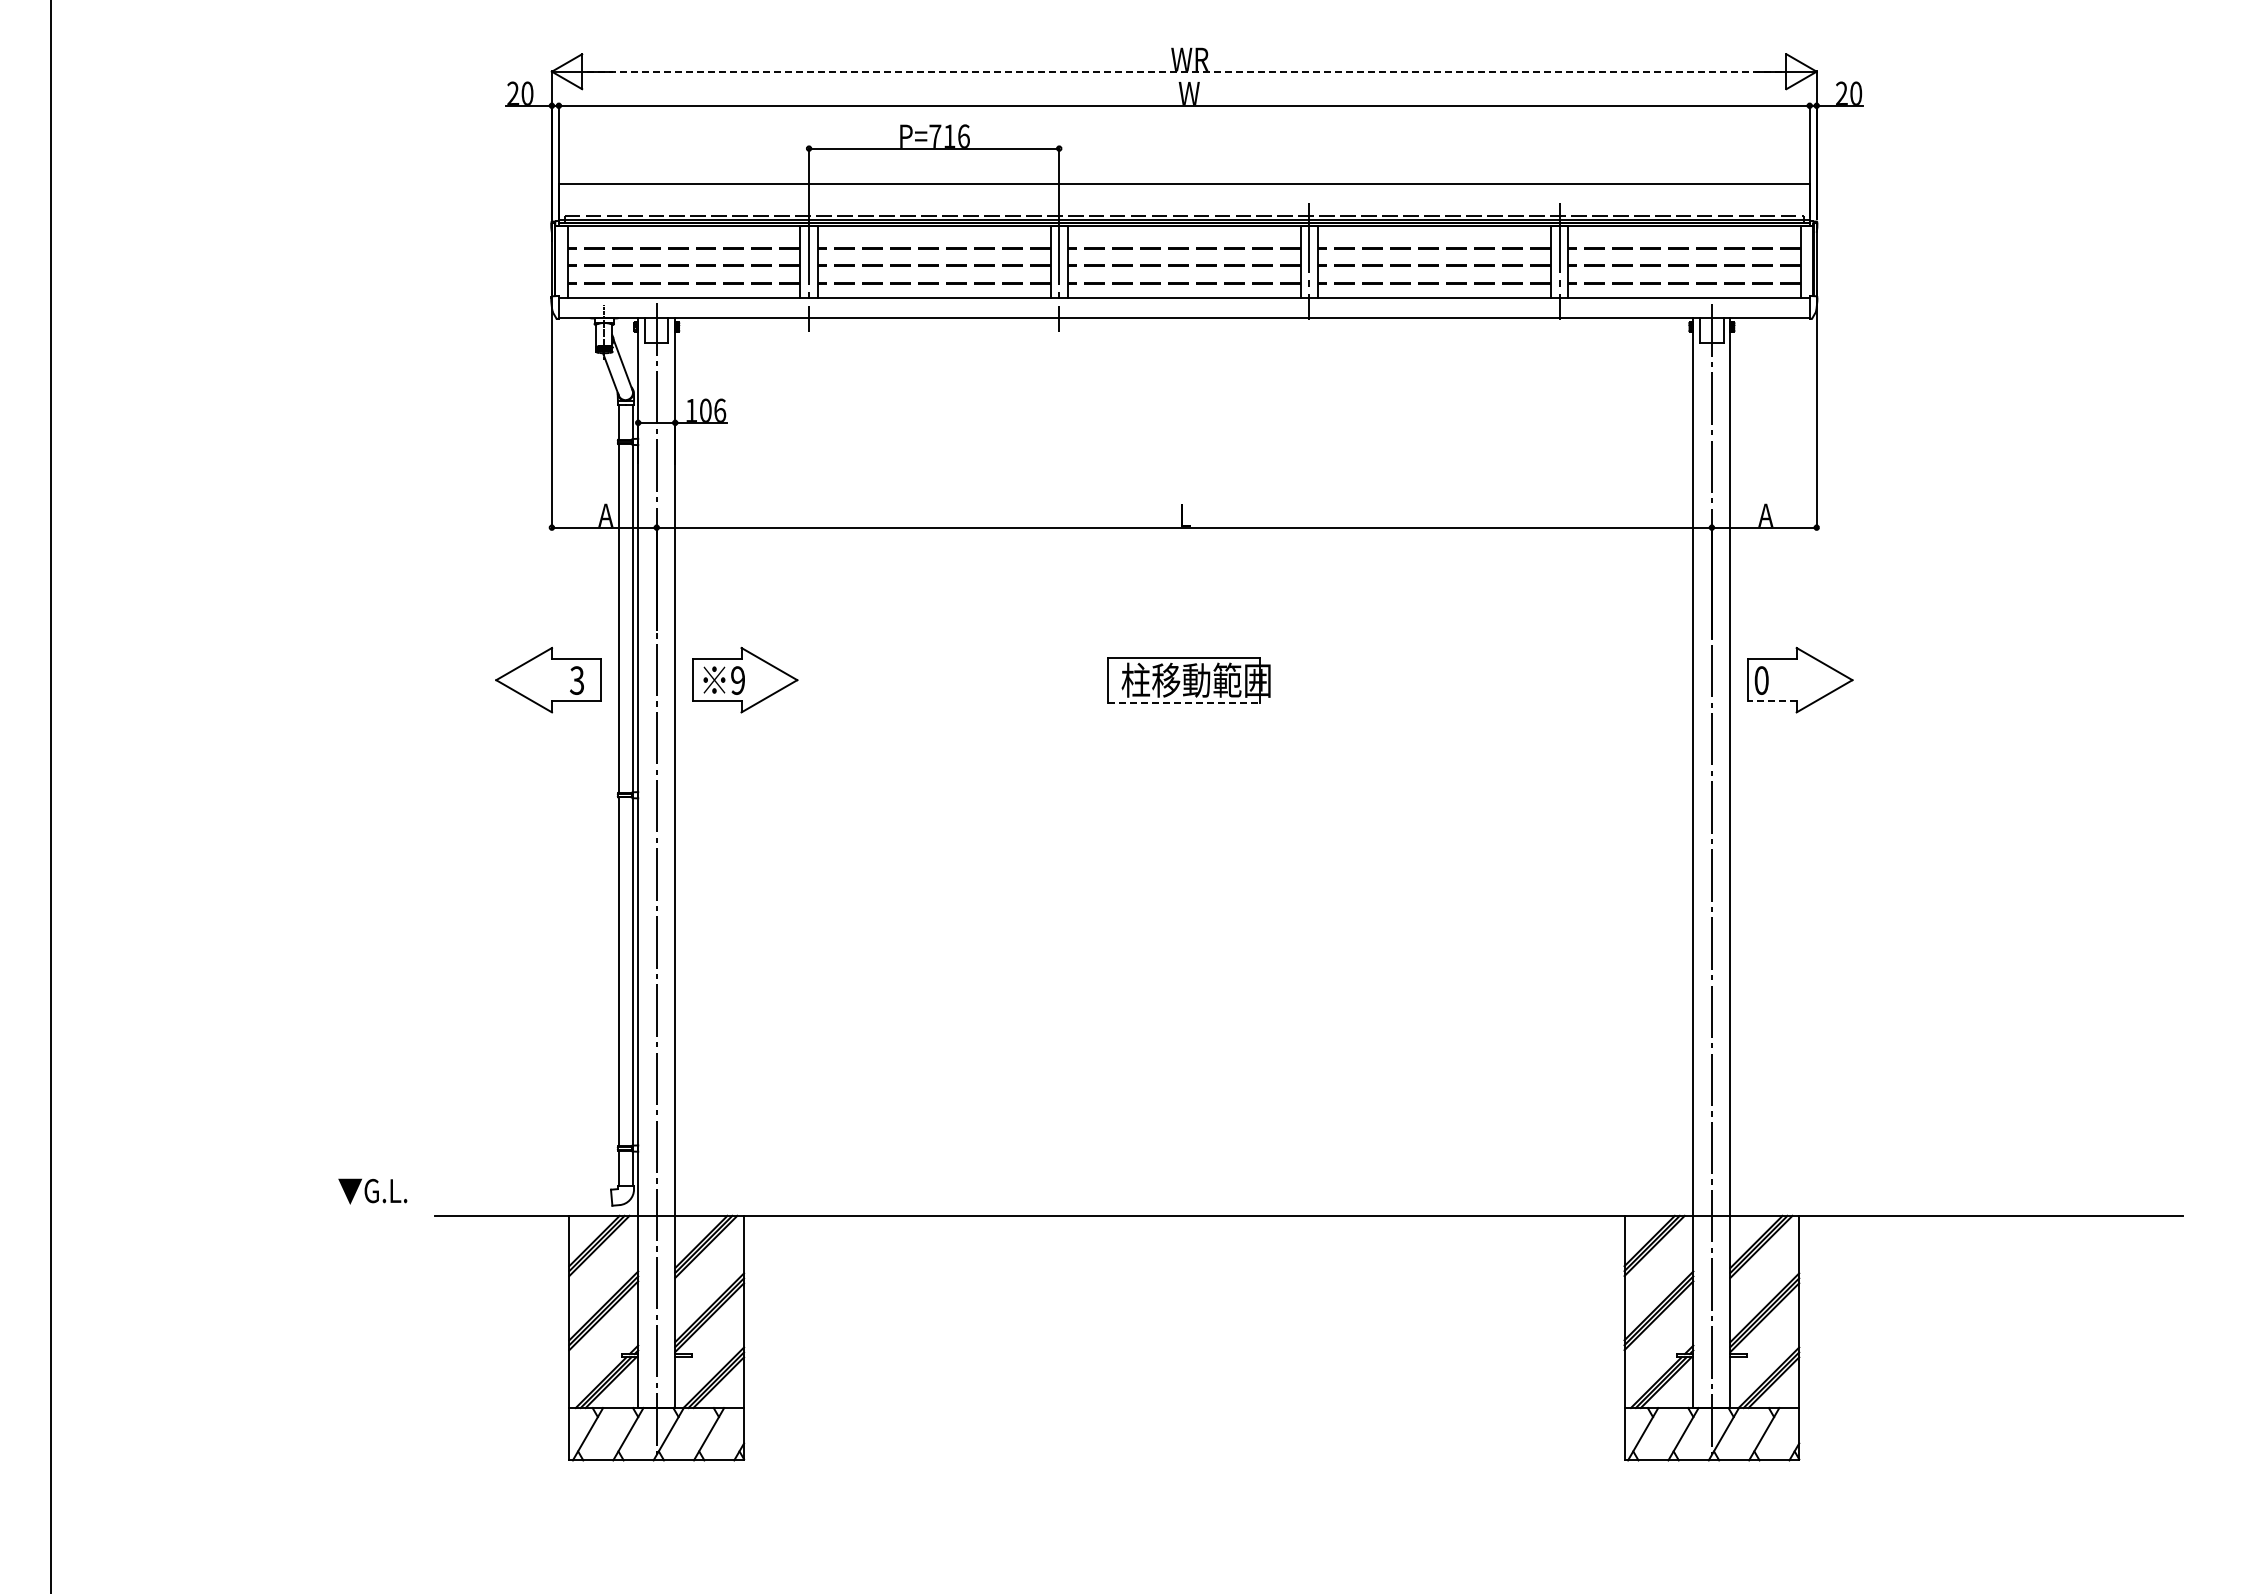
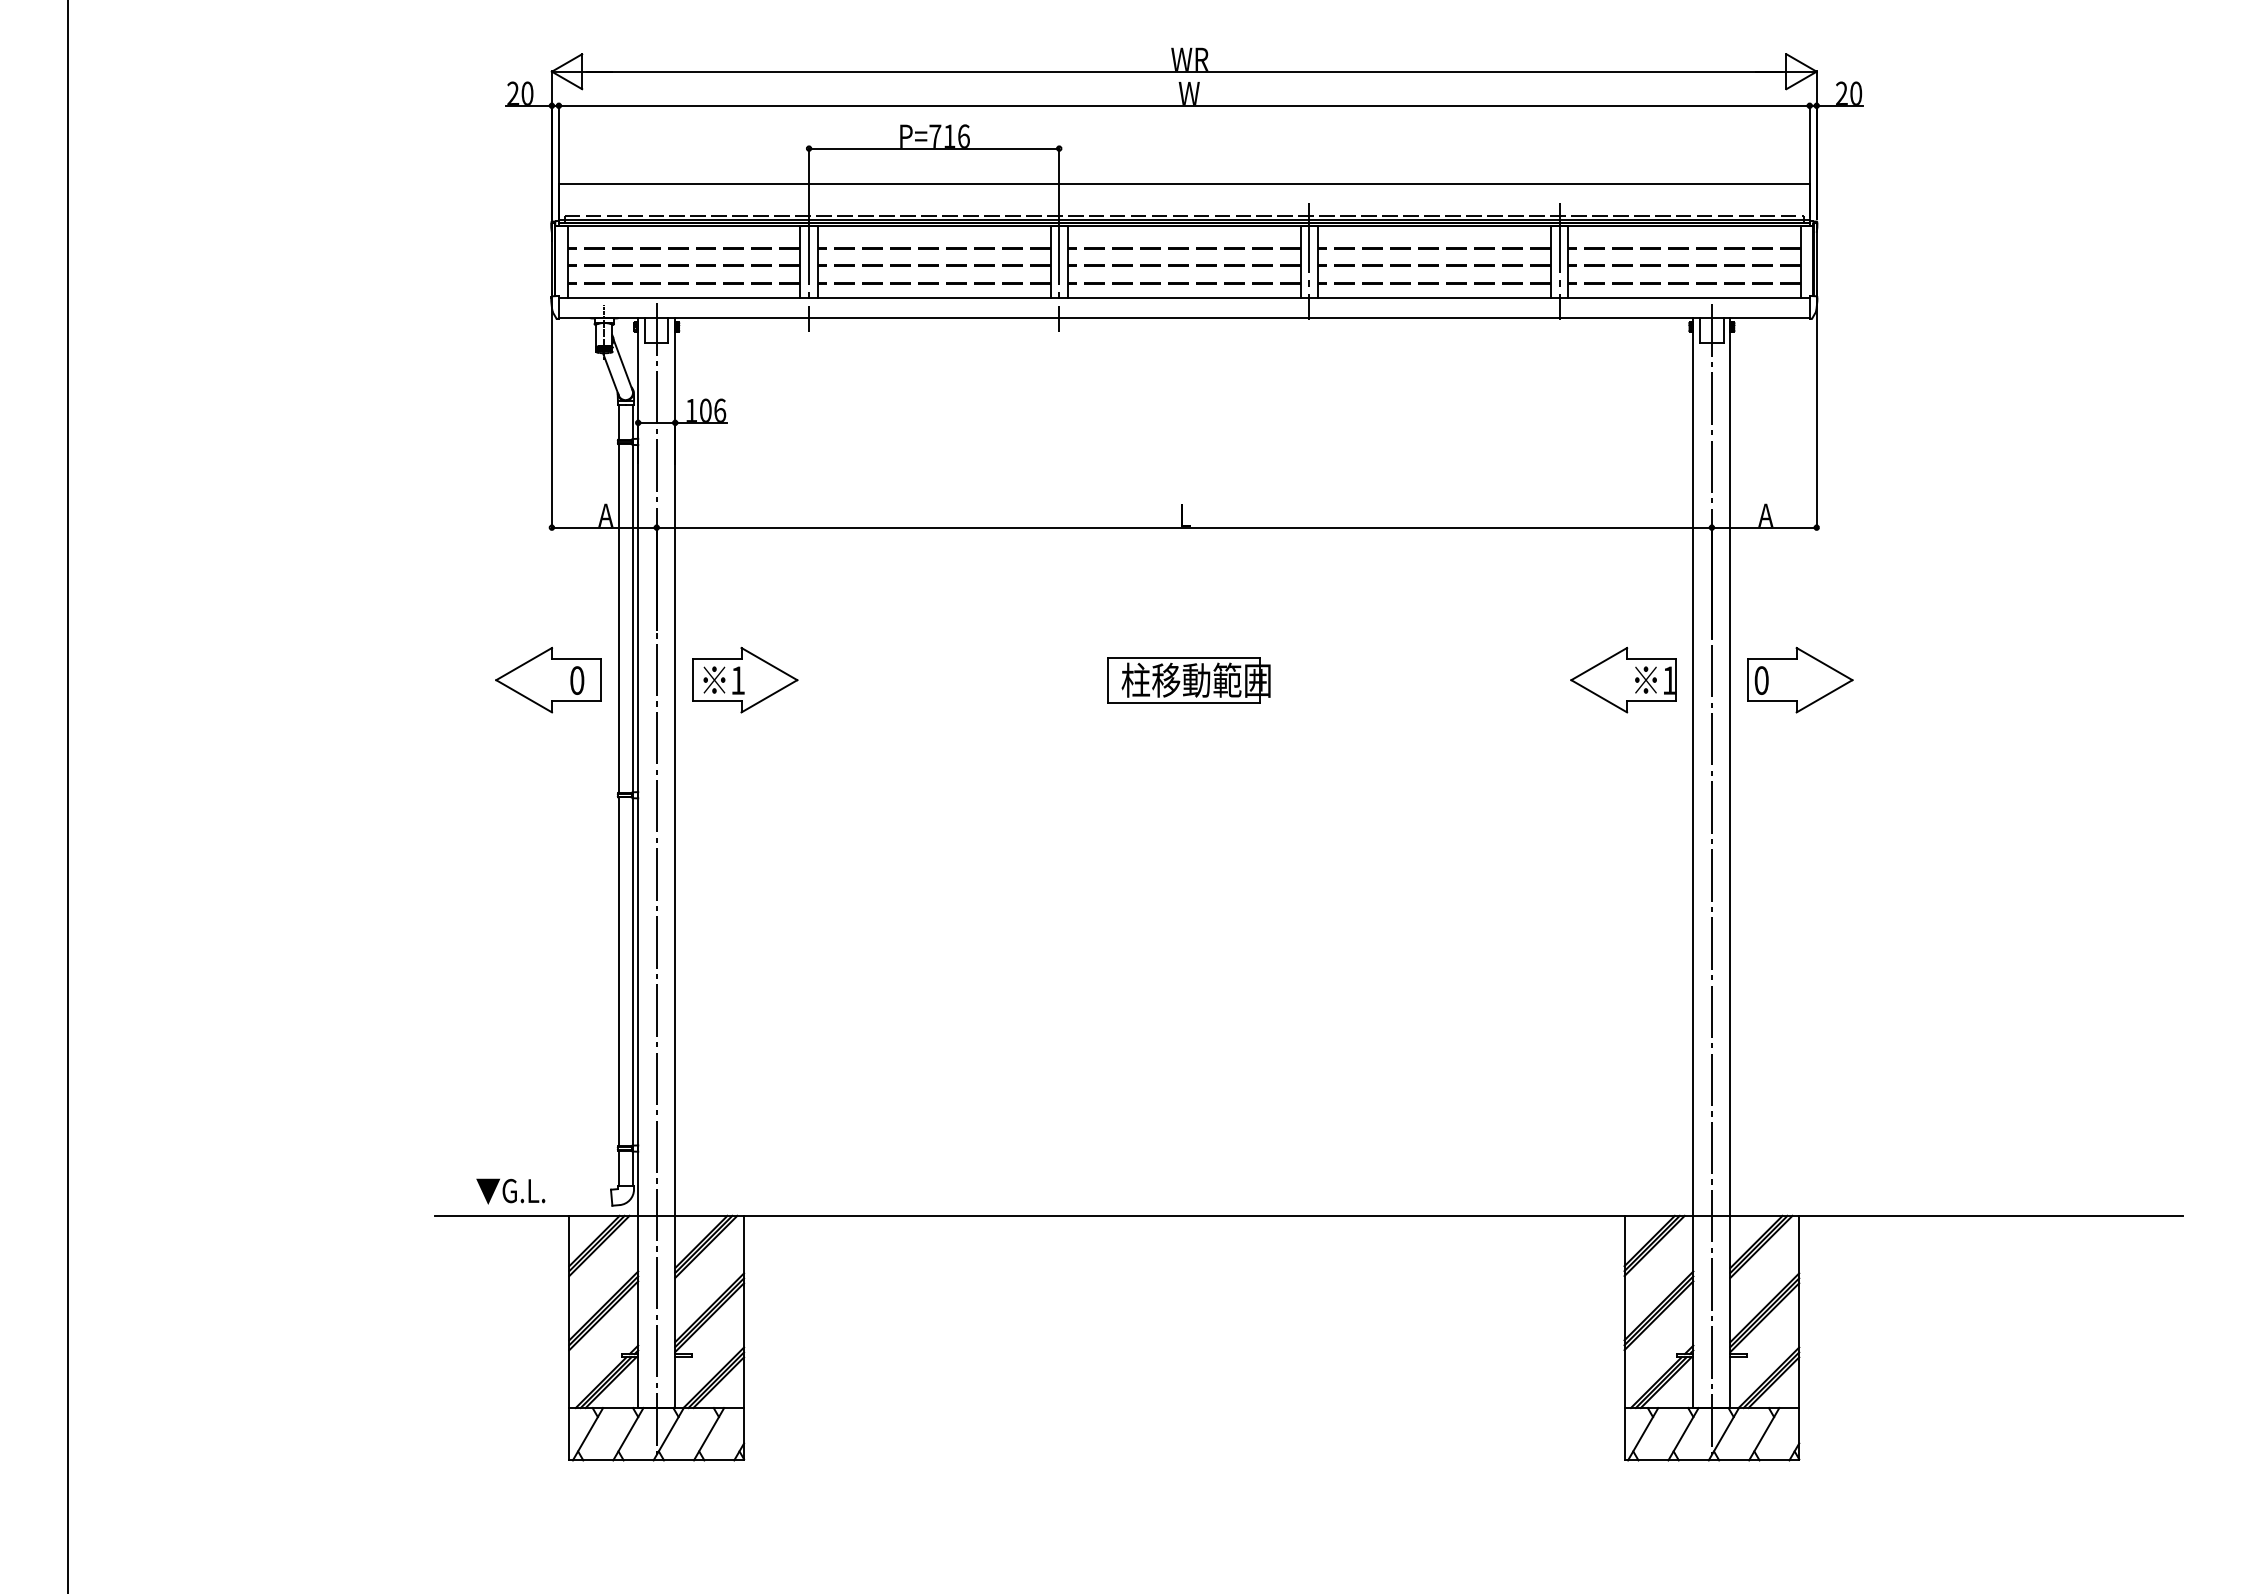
line at (1184, 71): dashed -> solid
text at (577, 680): 3 -> 0
text at (737, 680): 9 -> 1
part at (1623, 680): none -> present
line at (1771, 701): dashed -> solid
line at (1184, 702): dashed -> solid
line at (50, 796) position: (50, 796) -> (67, 796)
text at (372, 1191) position: (372, 1191) -> (510, 1191)
